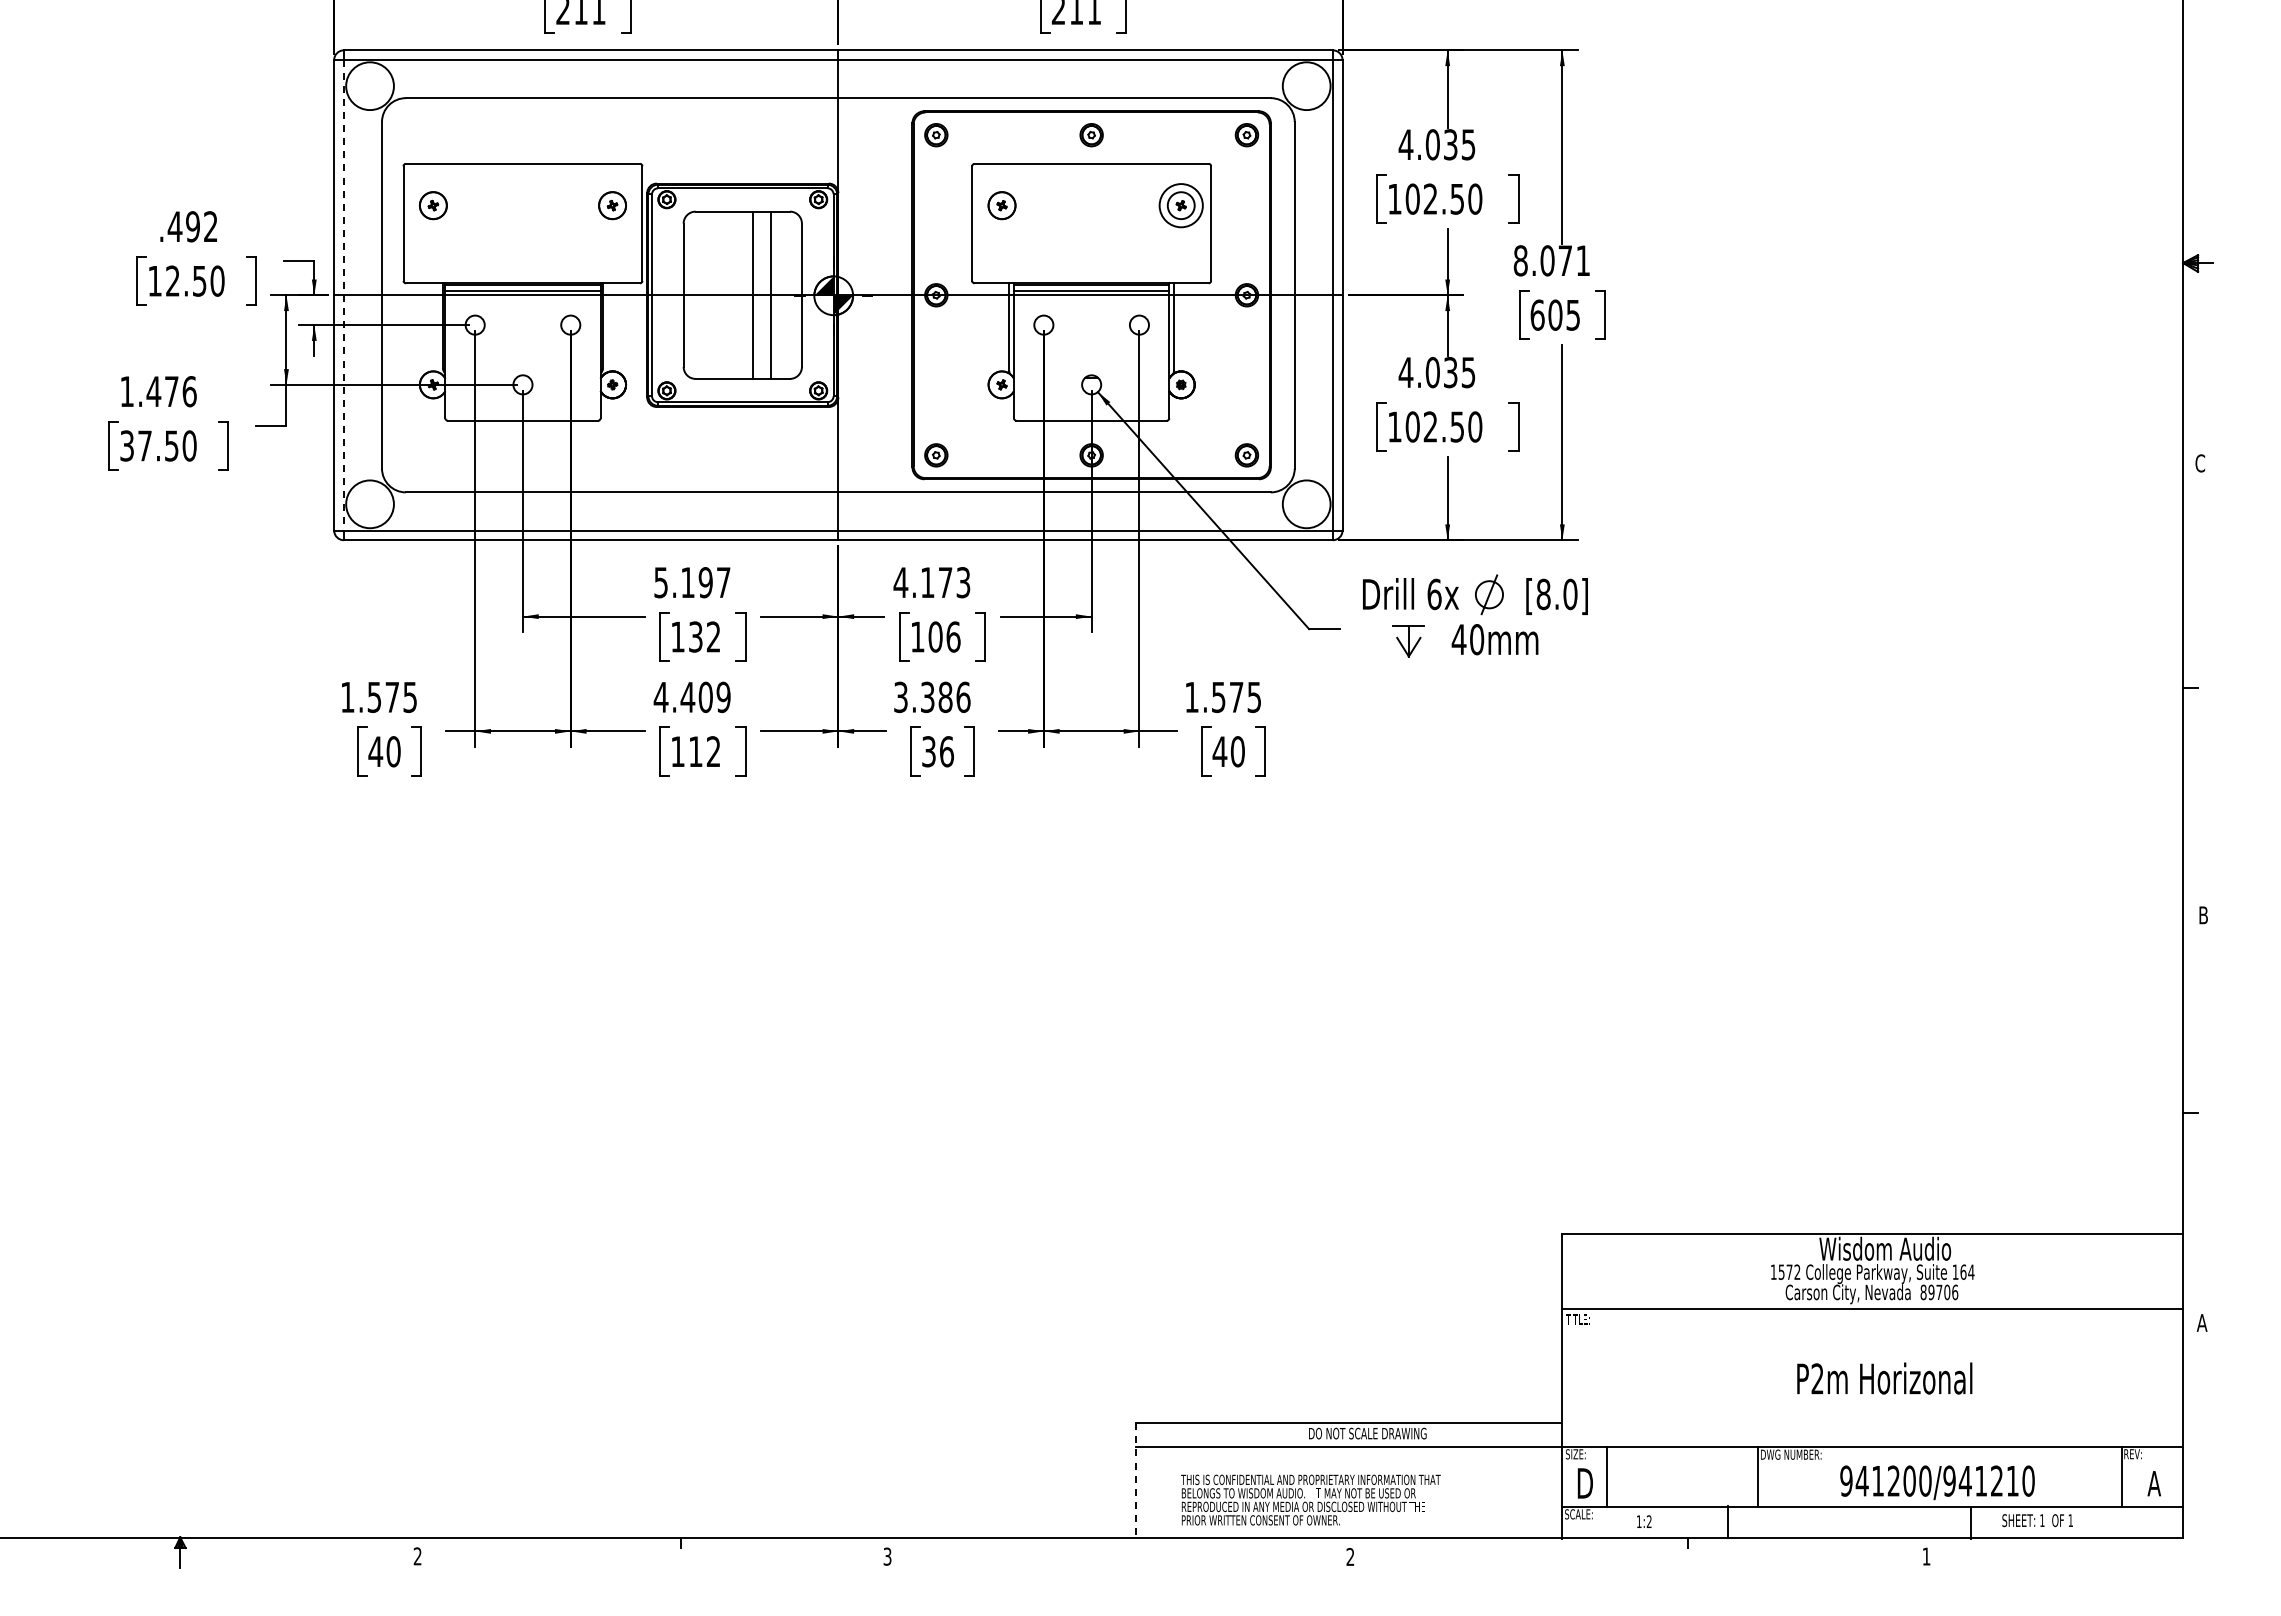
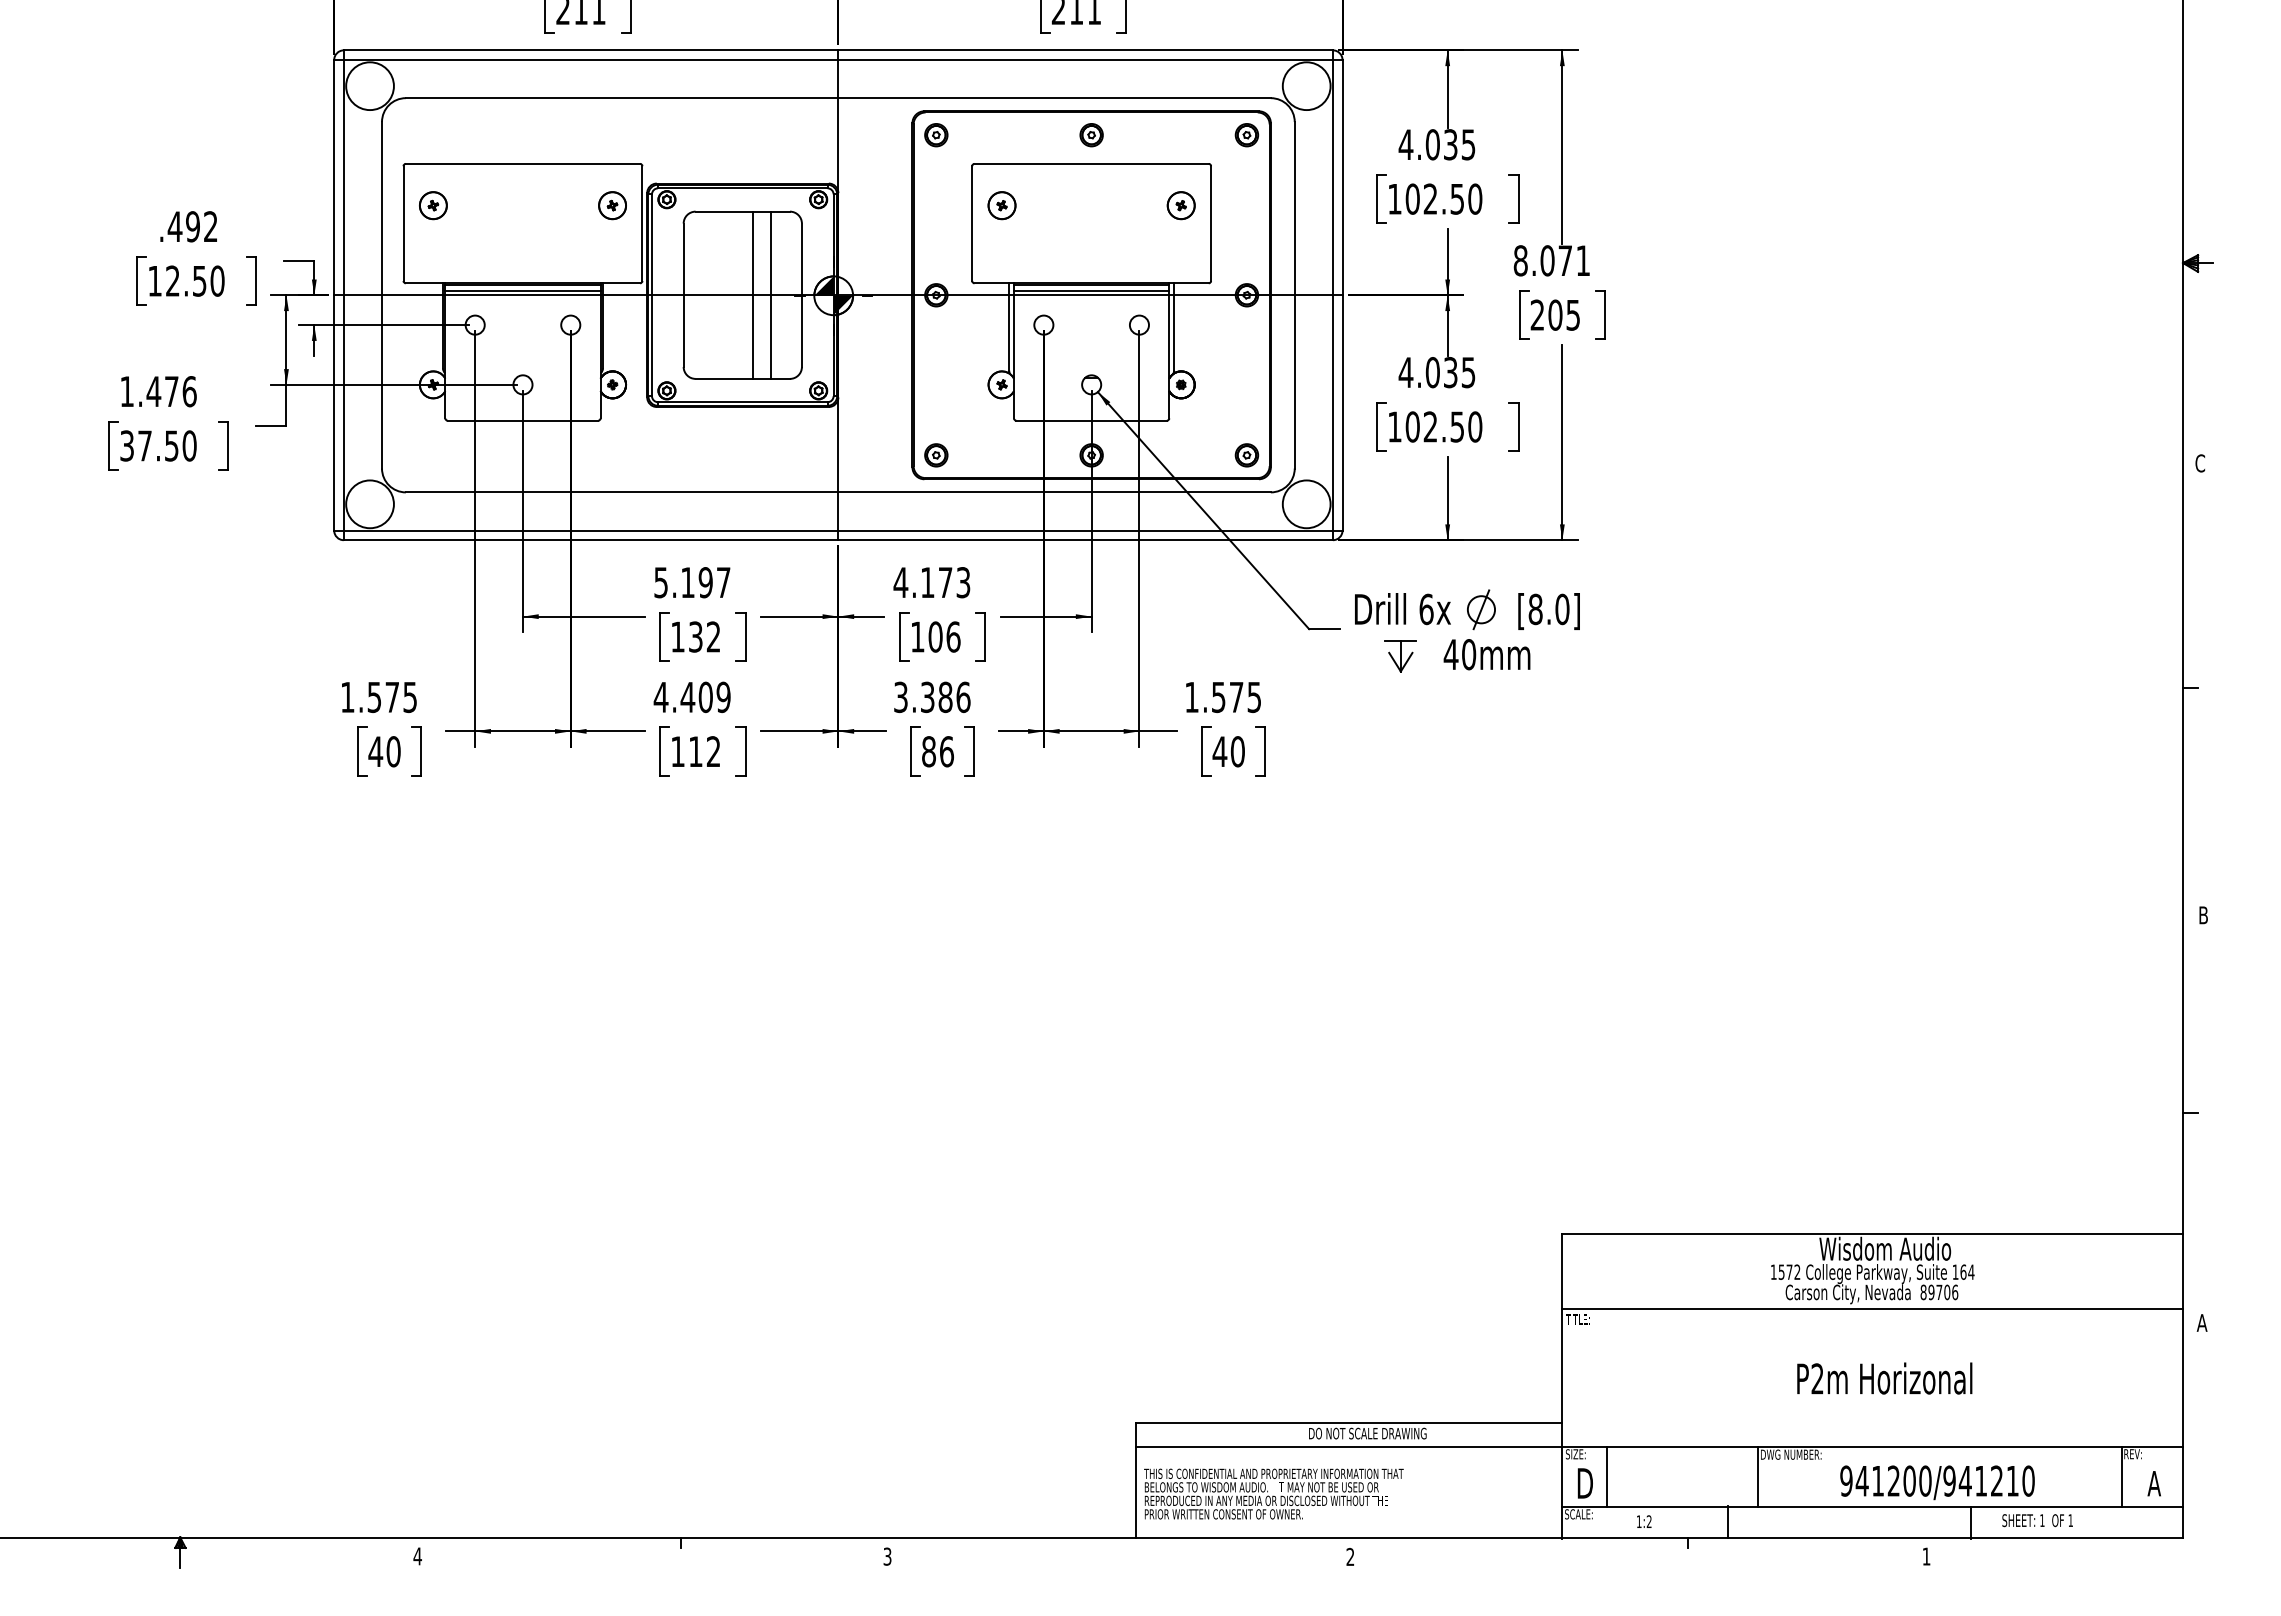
circle at (1180, 205) diameter: 43 px -> 27 px
line at (343, 295): dashed -> solid
text at (1537, 314): 605 -> 205
part at (1475, 615) position: (1475, 615) -> (1467, 630)
text at (928, 751): 36 -> 86
line at (1135, 1480): dashed -> solid
text at (1310, 1499) position: (1310, 1499) -> (1273, 1493)
text at (417, 1556): 2 -> 4
